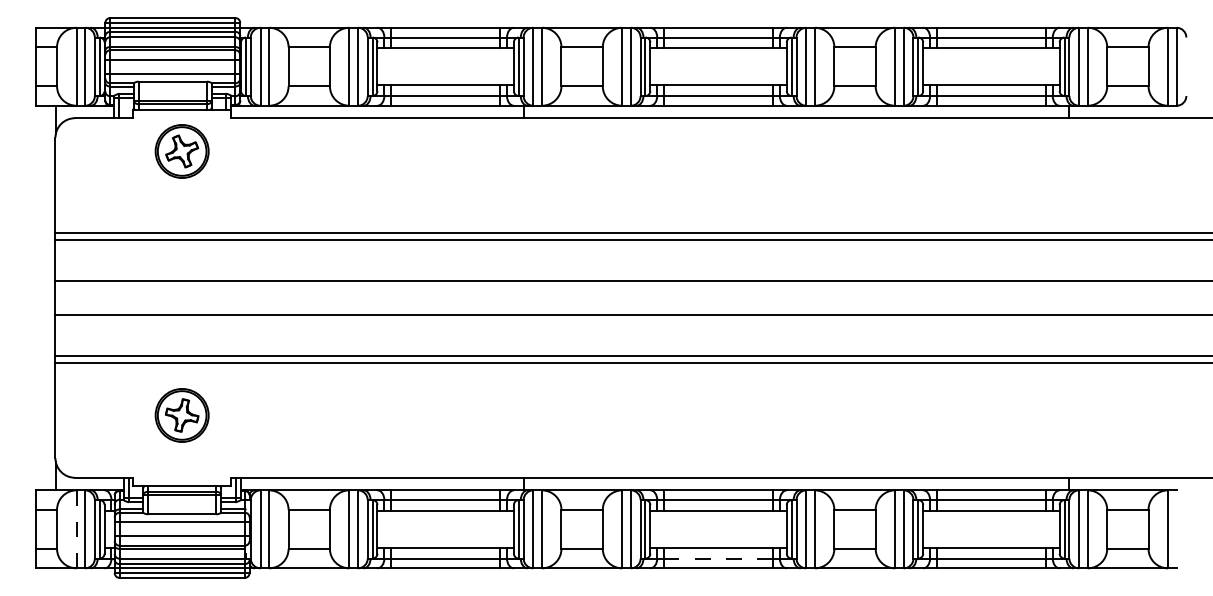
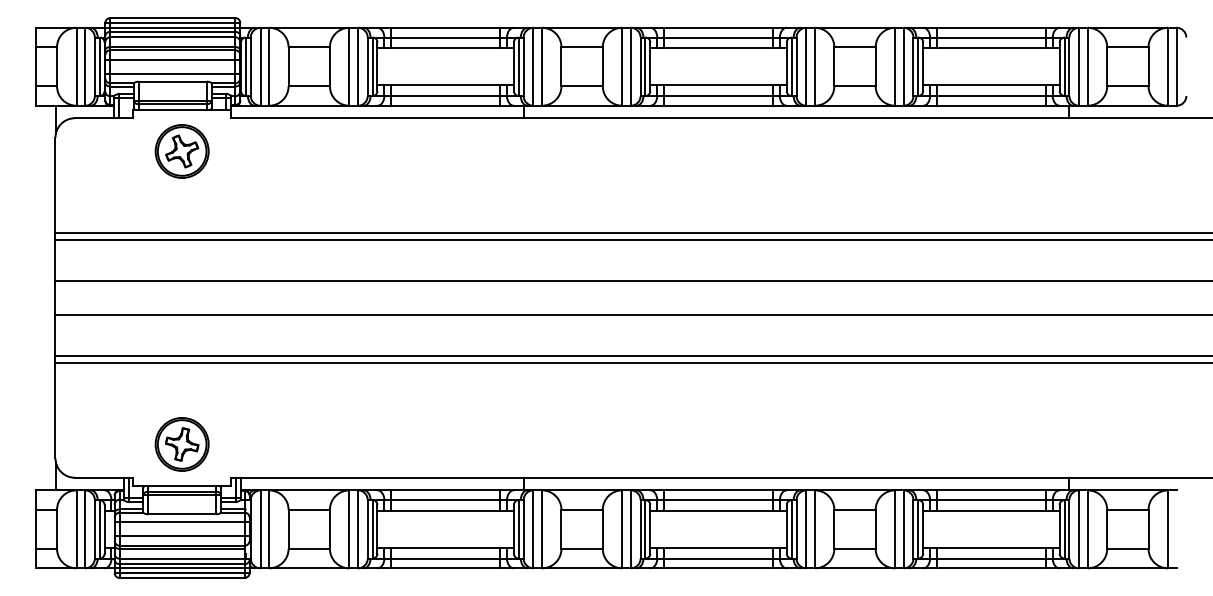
part at (181, 415) position: (181, 415) -> (181, 444)
line at (76, 529): dashed -> solid
line at (718, 558): dashed -> solid
